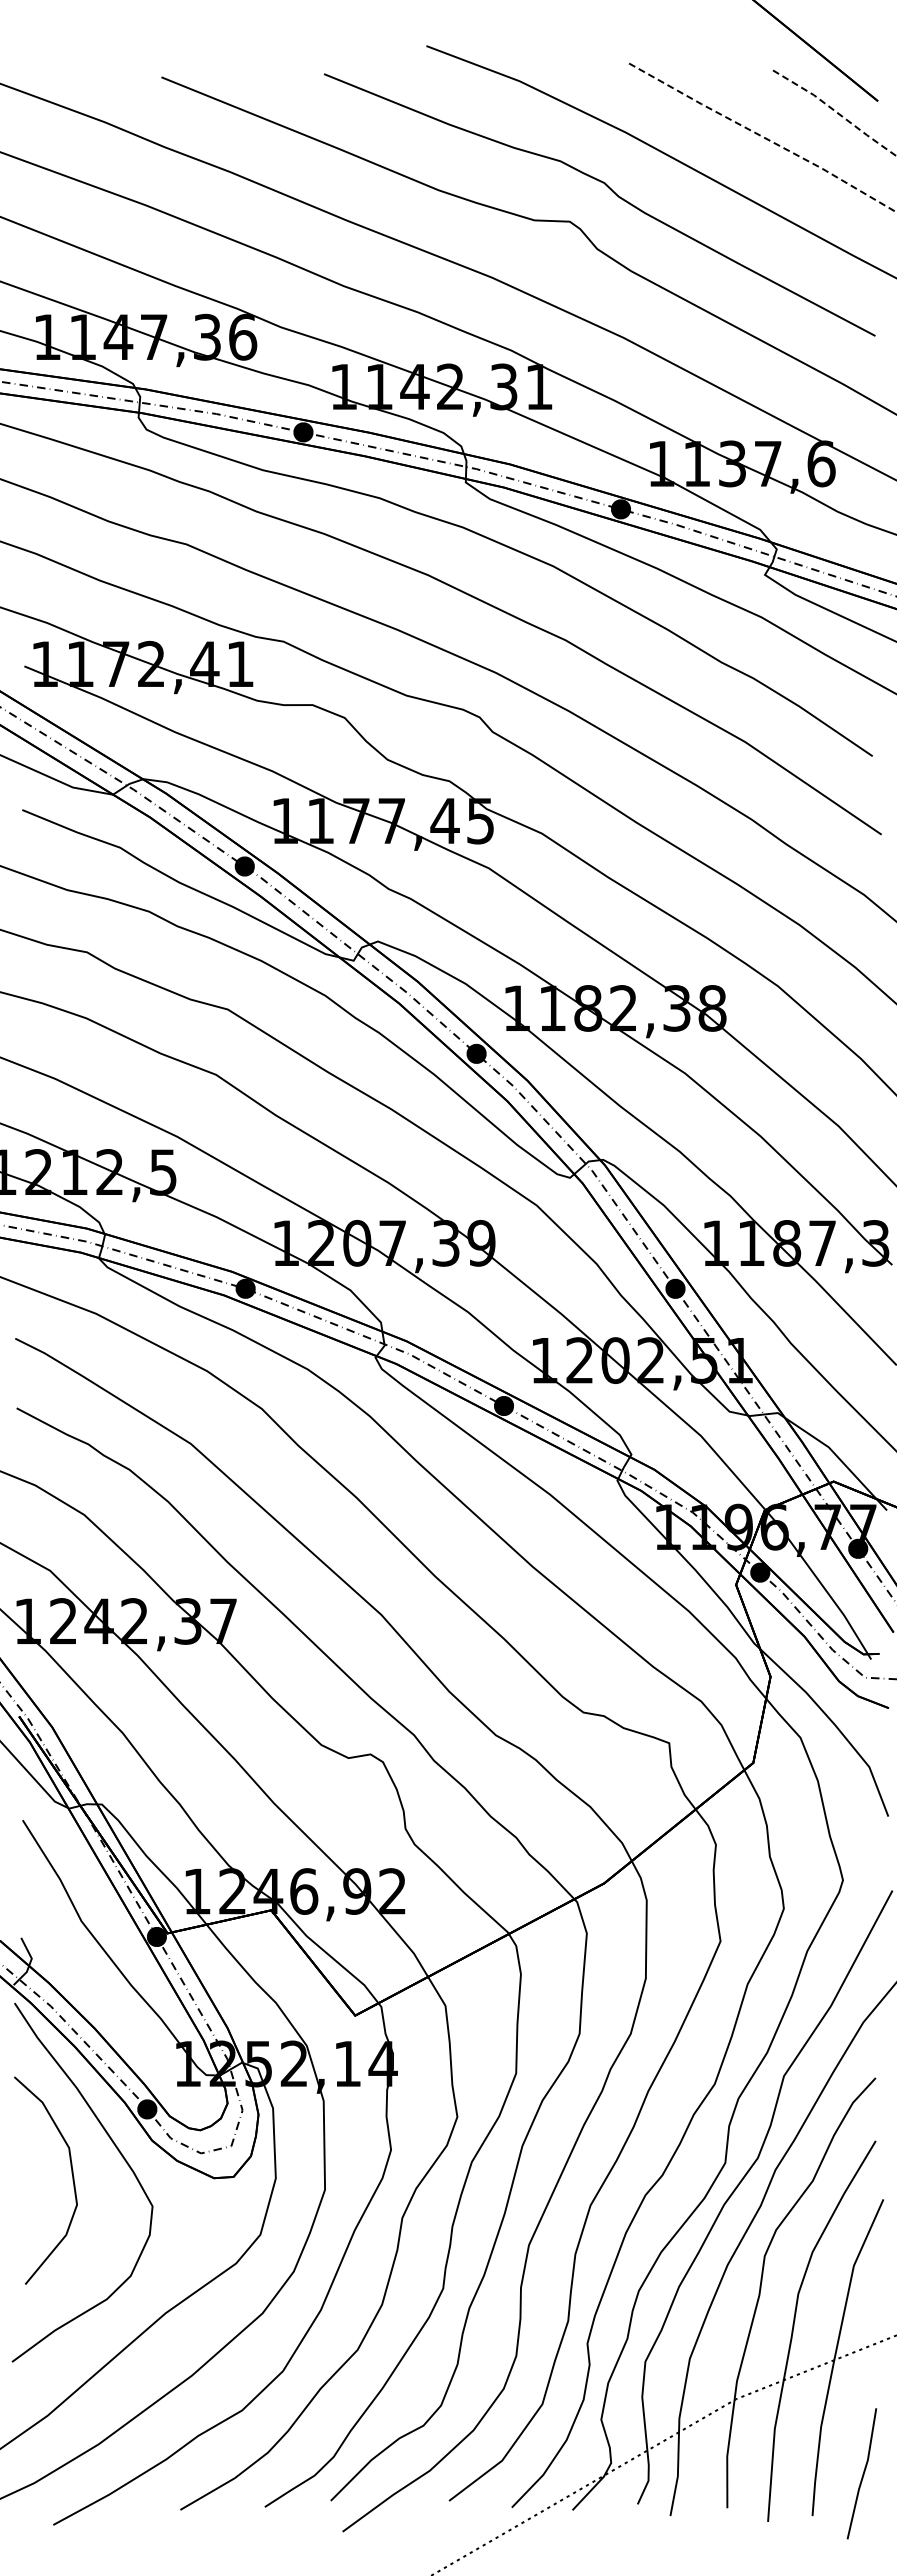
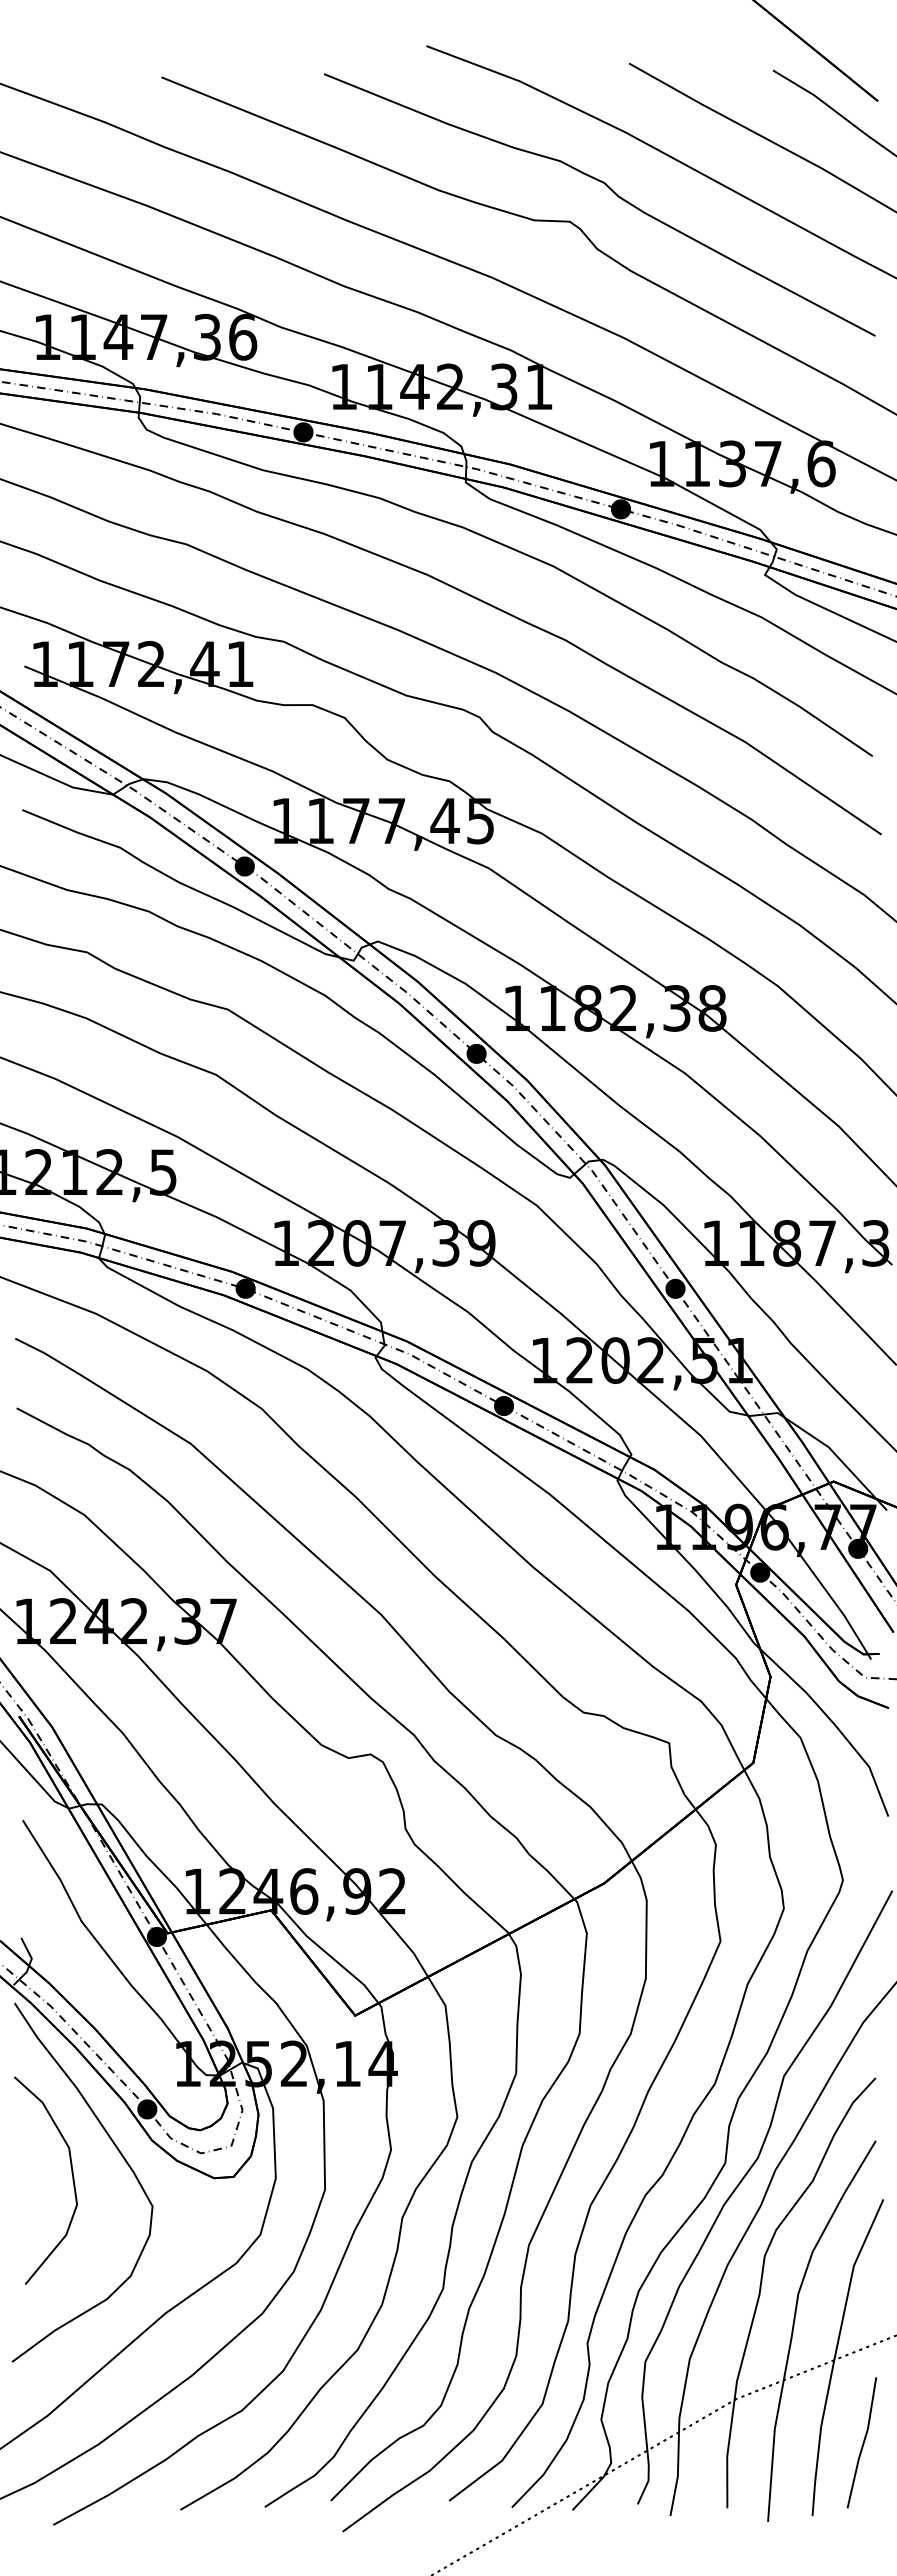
line at (836, 111): dashed -> solid
line at (763, 137): dashed -> solid
line at (862, 2473) position: (862, 2473) -> (862, 2442)
